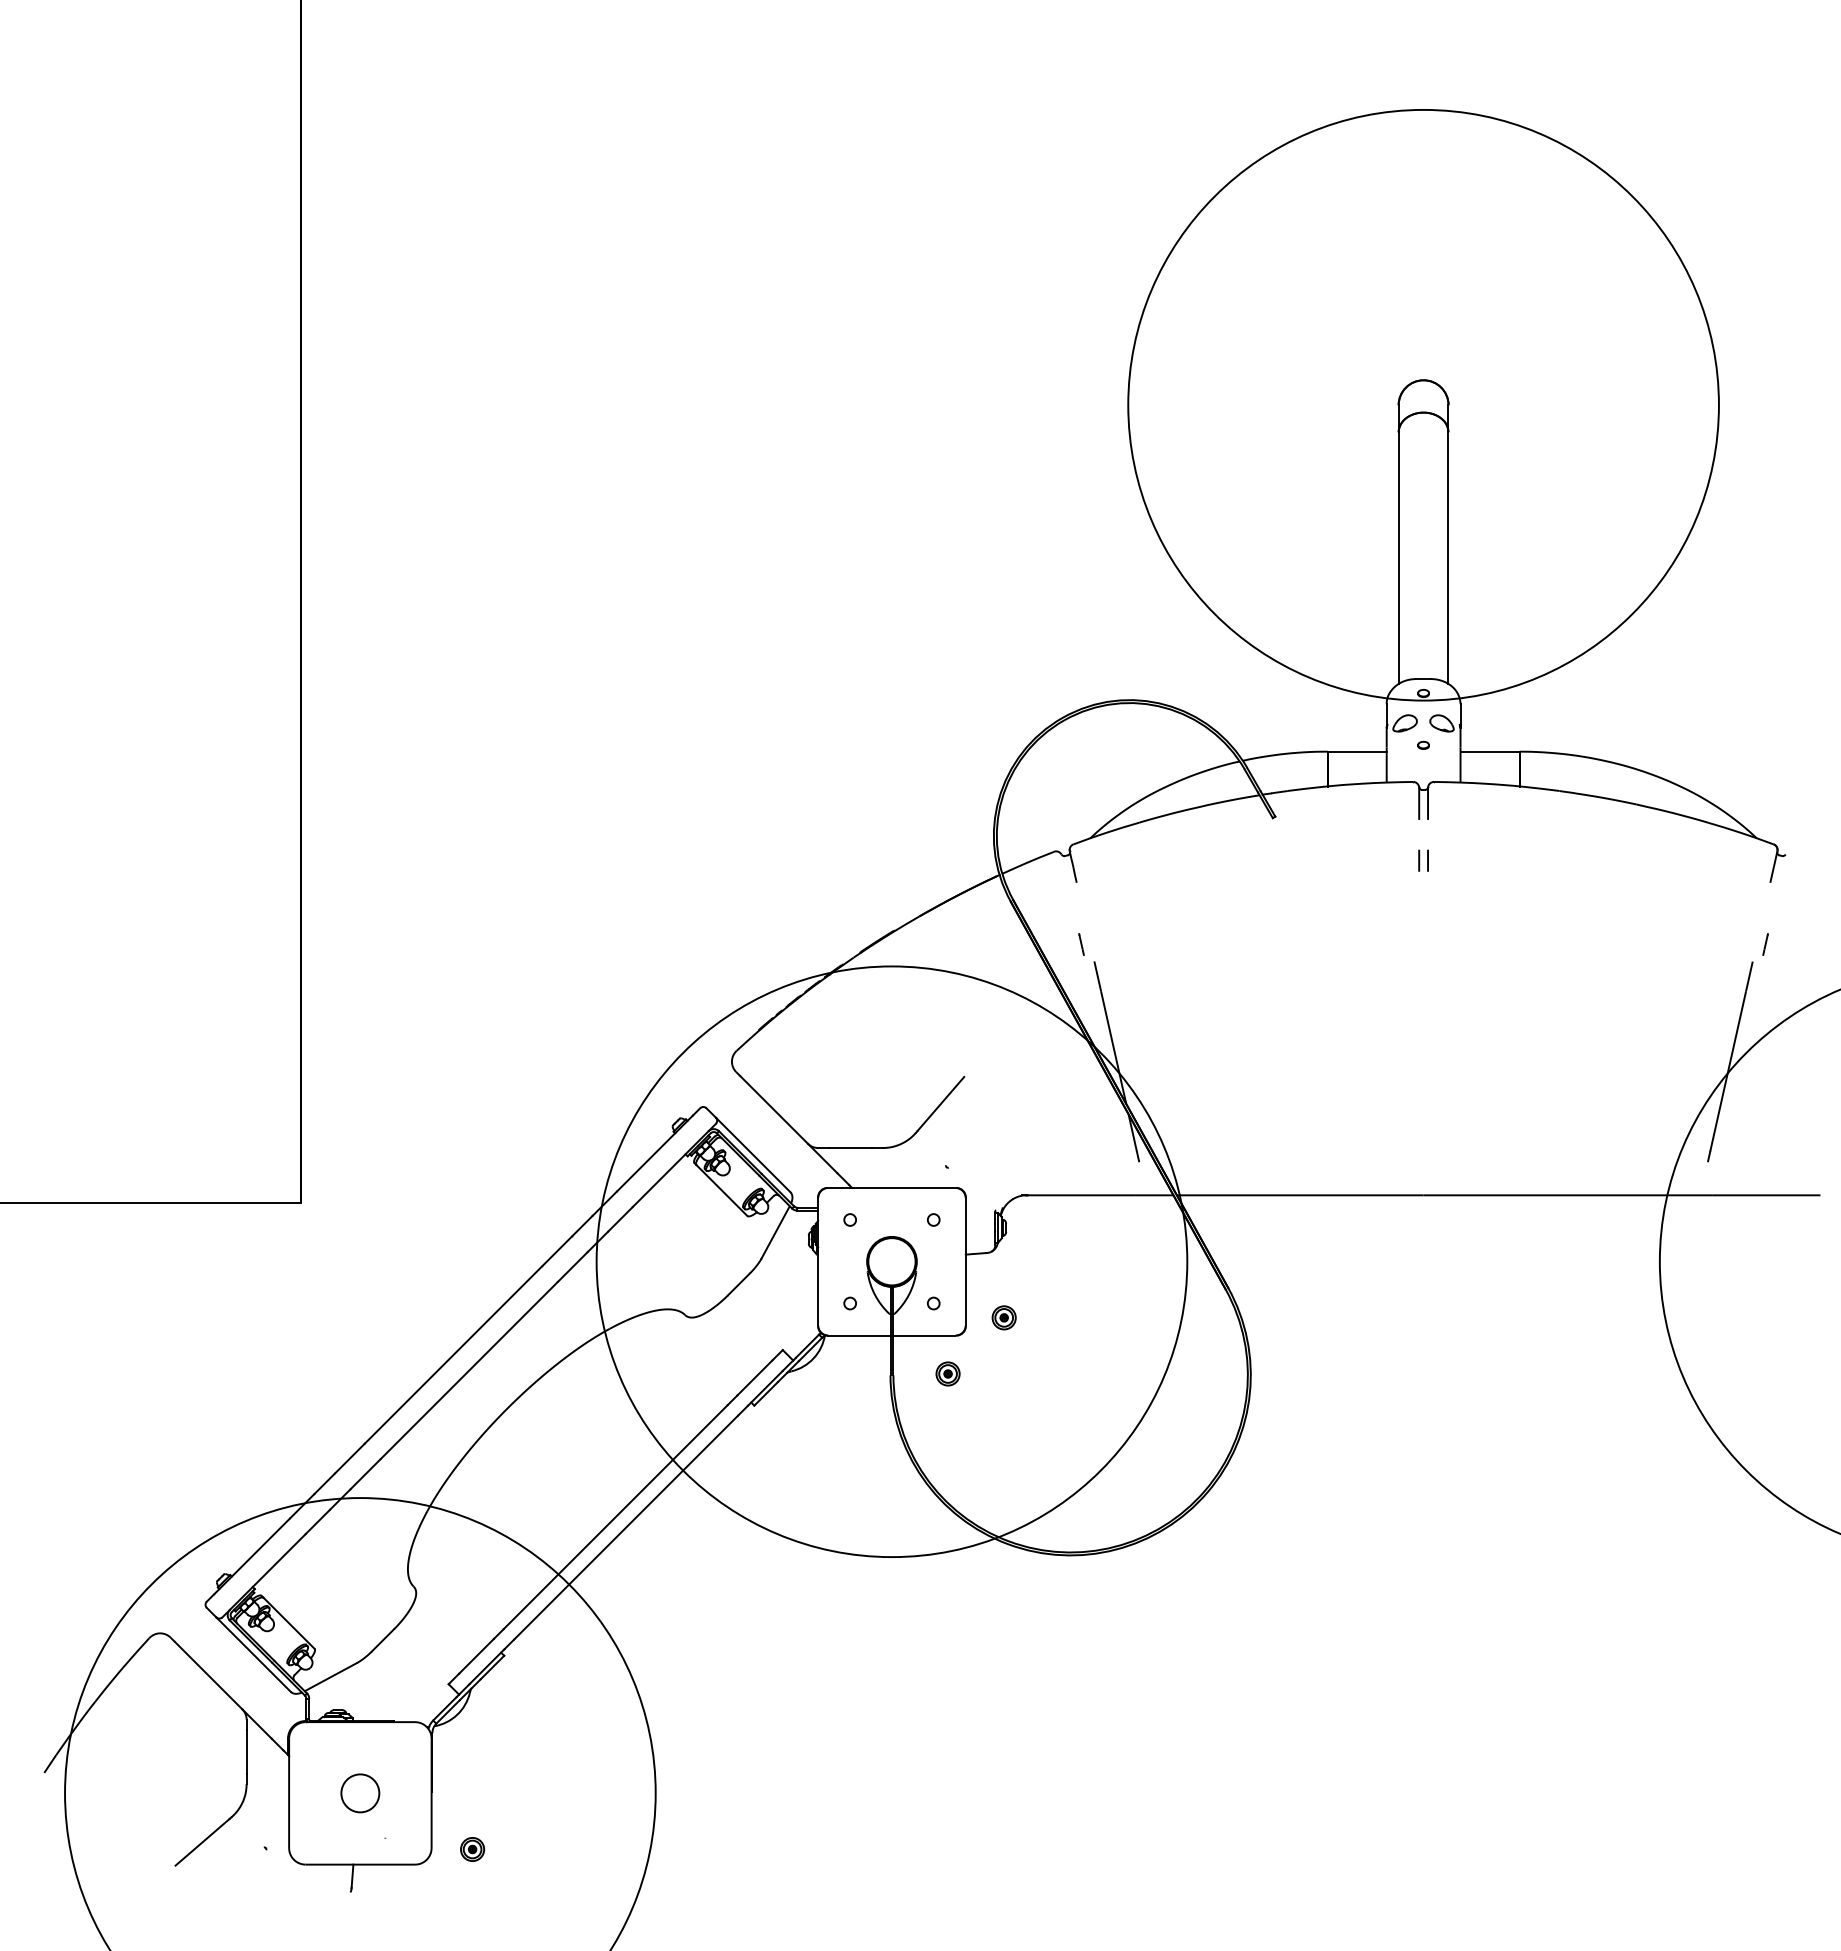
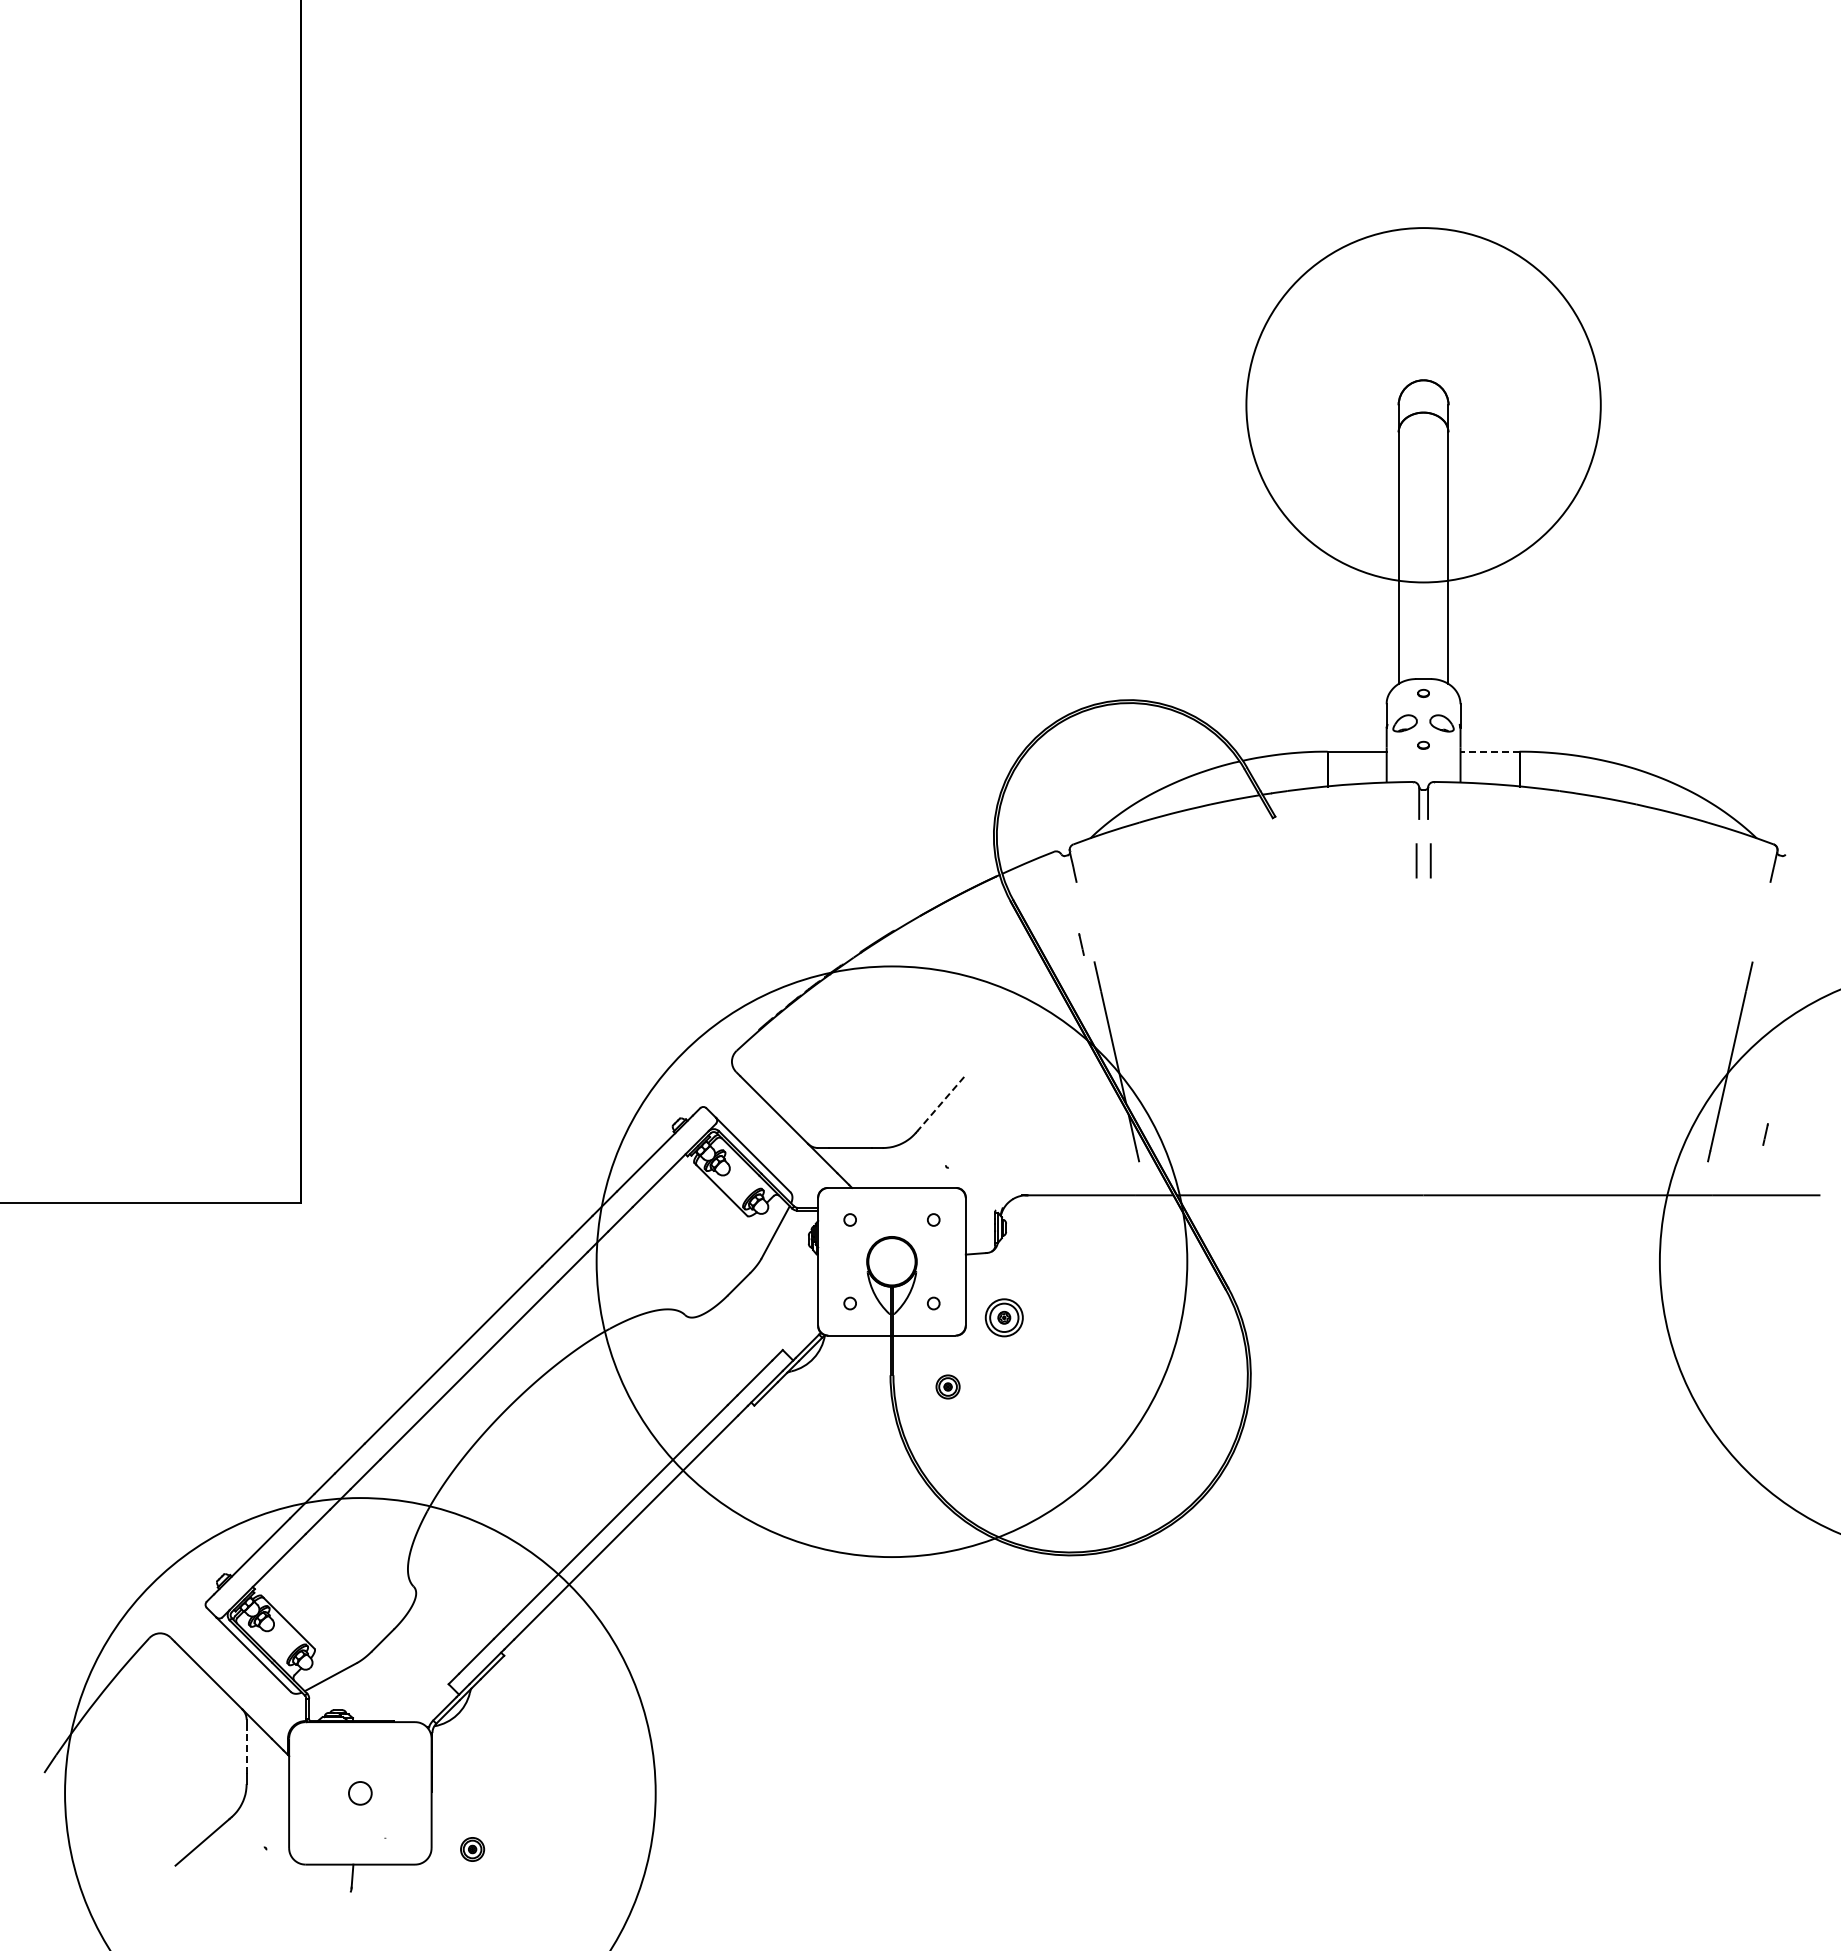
circle at (1423, 404) diameter: 591 px -> 354 px
line at (1490, 751): solid -> dashed
part at (1423, 860) size: 11x23 px -> 17x36 px
line at (1765, 944) position: (1765, 944) -> (1765, 1134)
line at (940, 1104): solid -> dashed
part at (1003, 1317) size: 26x26 px -> 40x40 px
part at (947, 1373) position: (947, 1373) -> (947, 1386)
line at (246, 1751): solid -> dashed
circle at (360, 1793) diameter: 38 px -> 23 px
